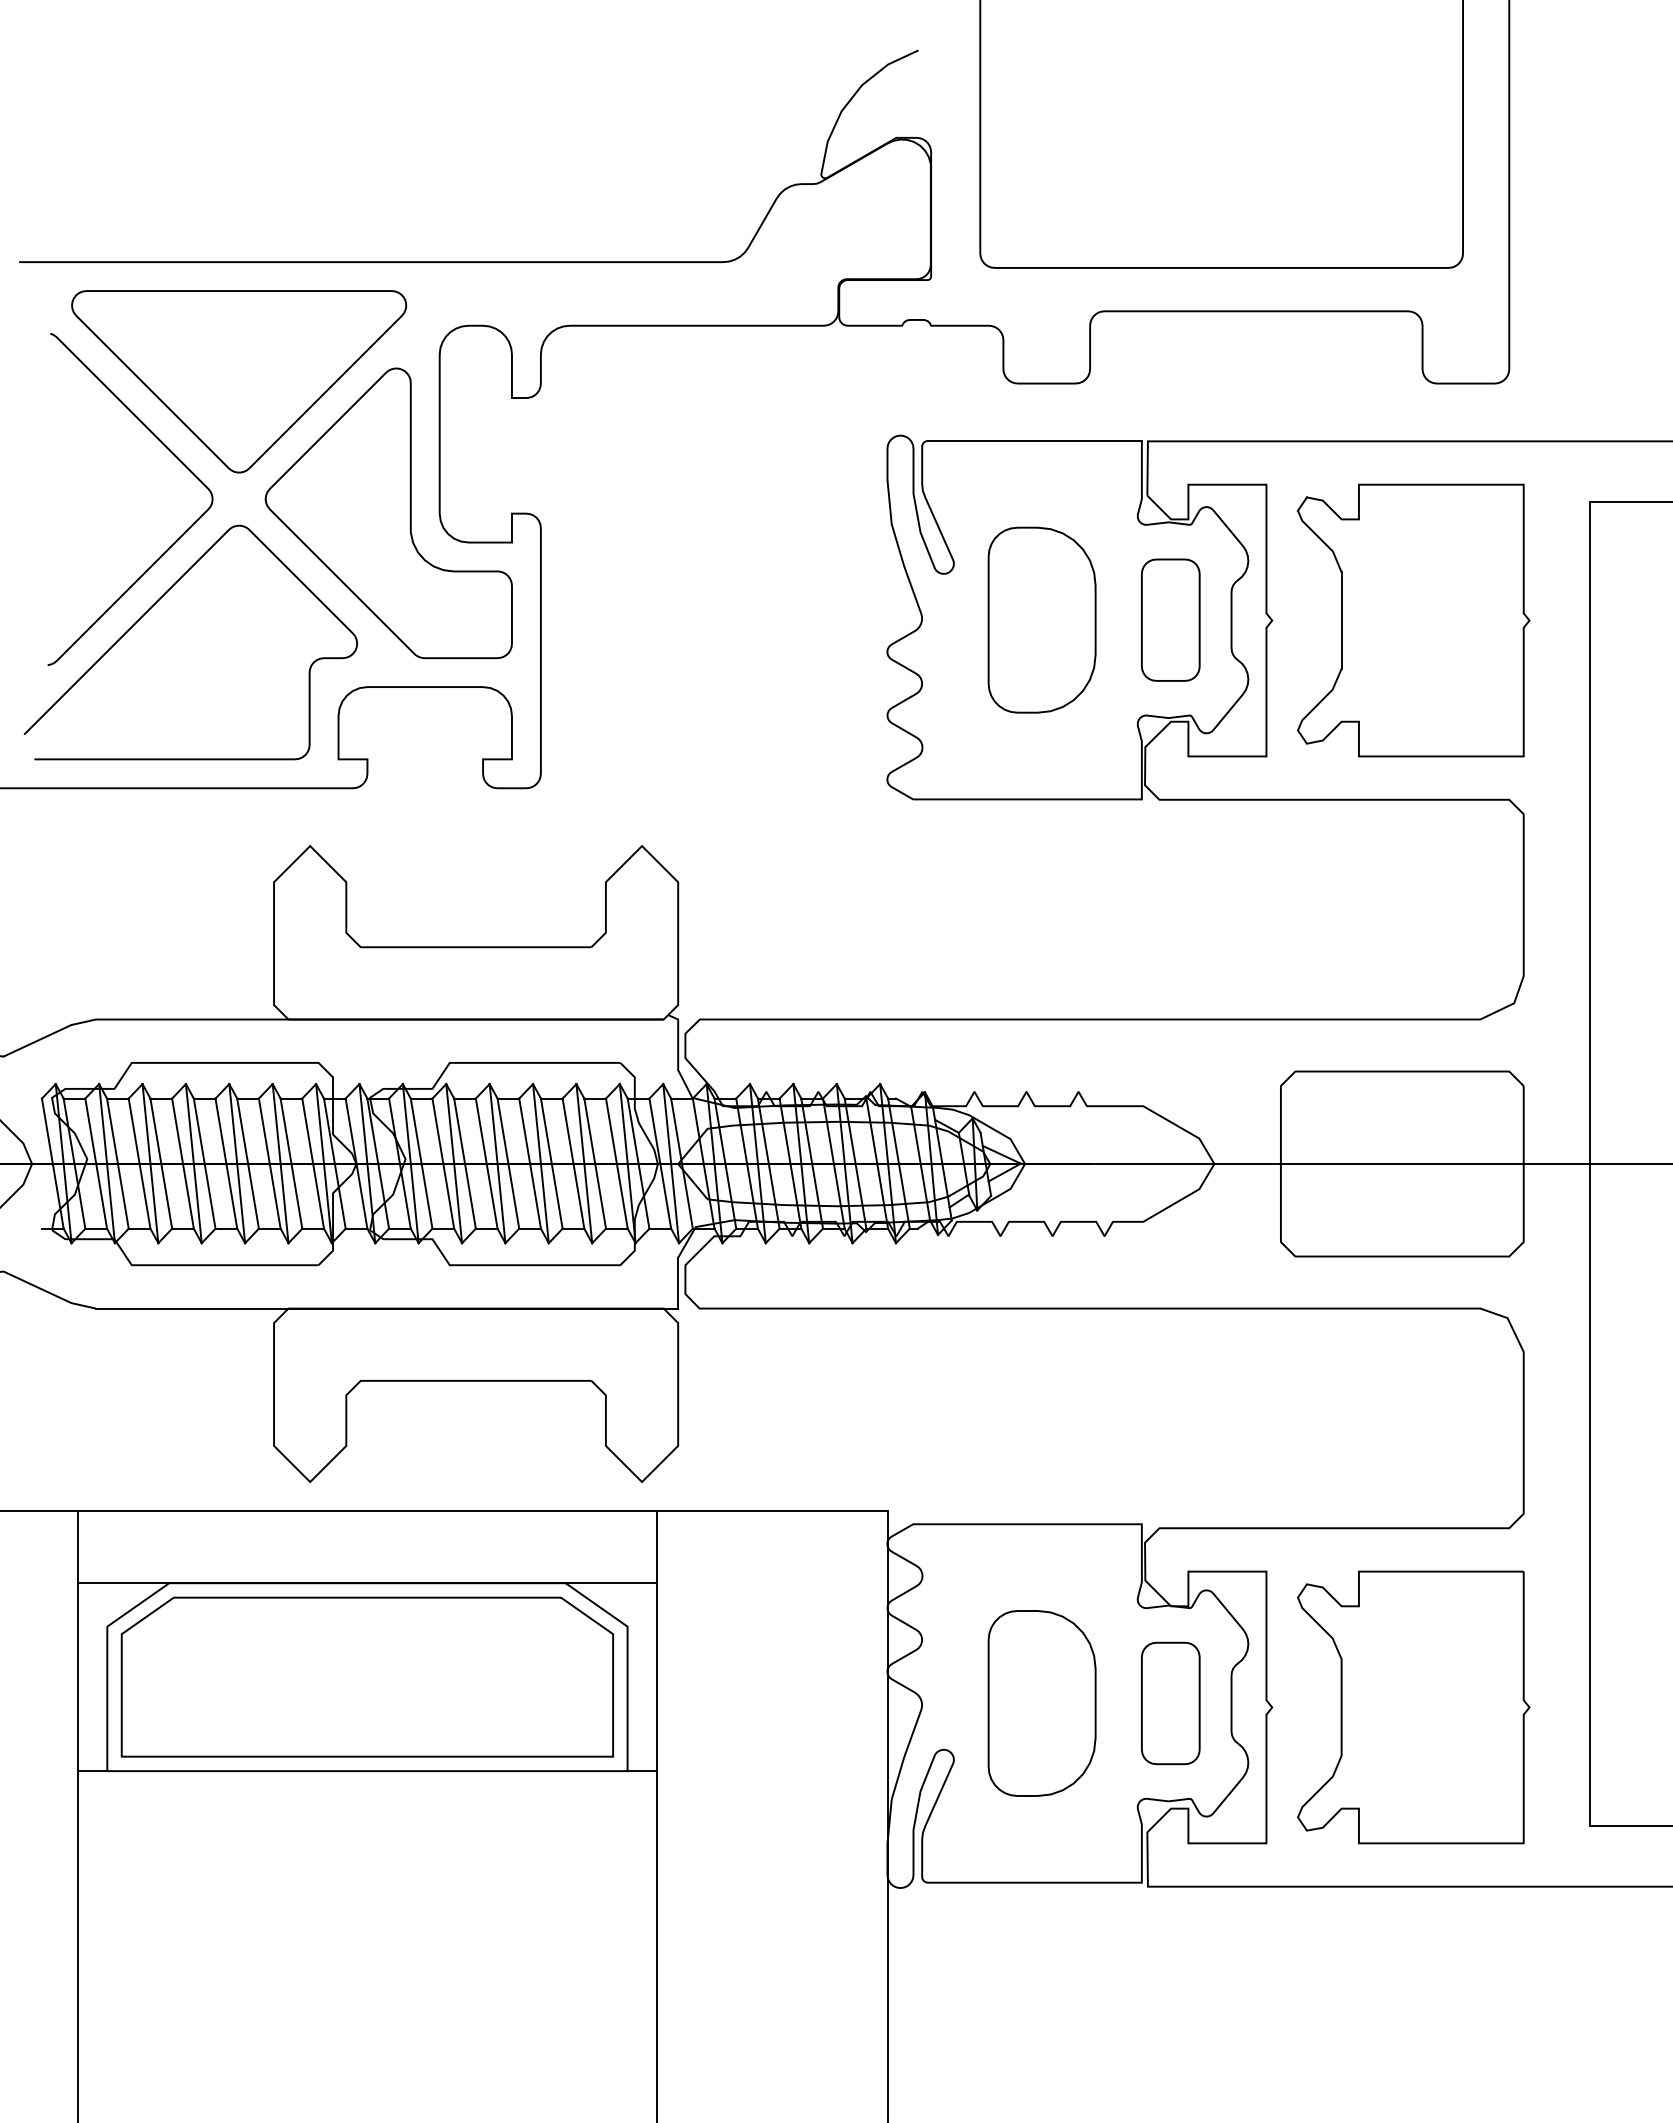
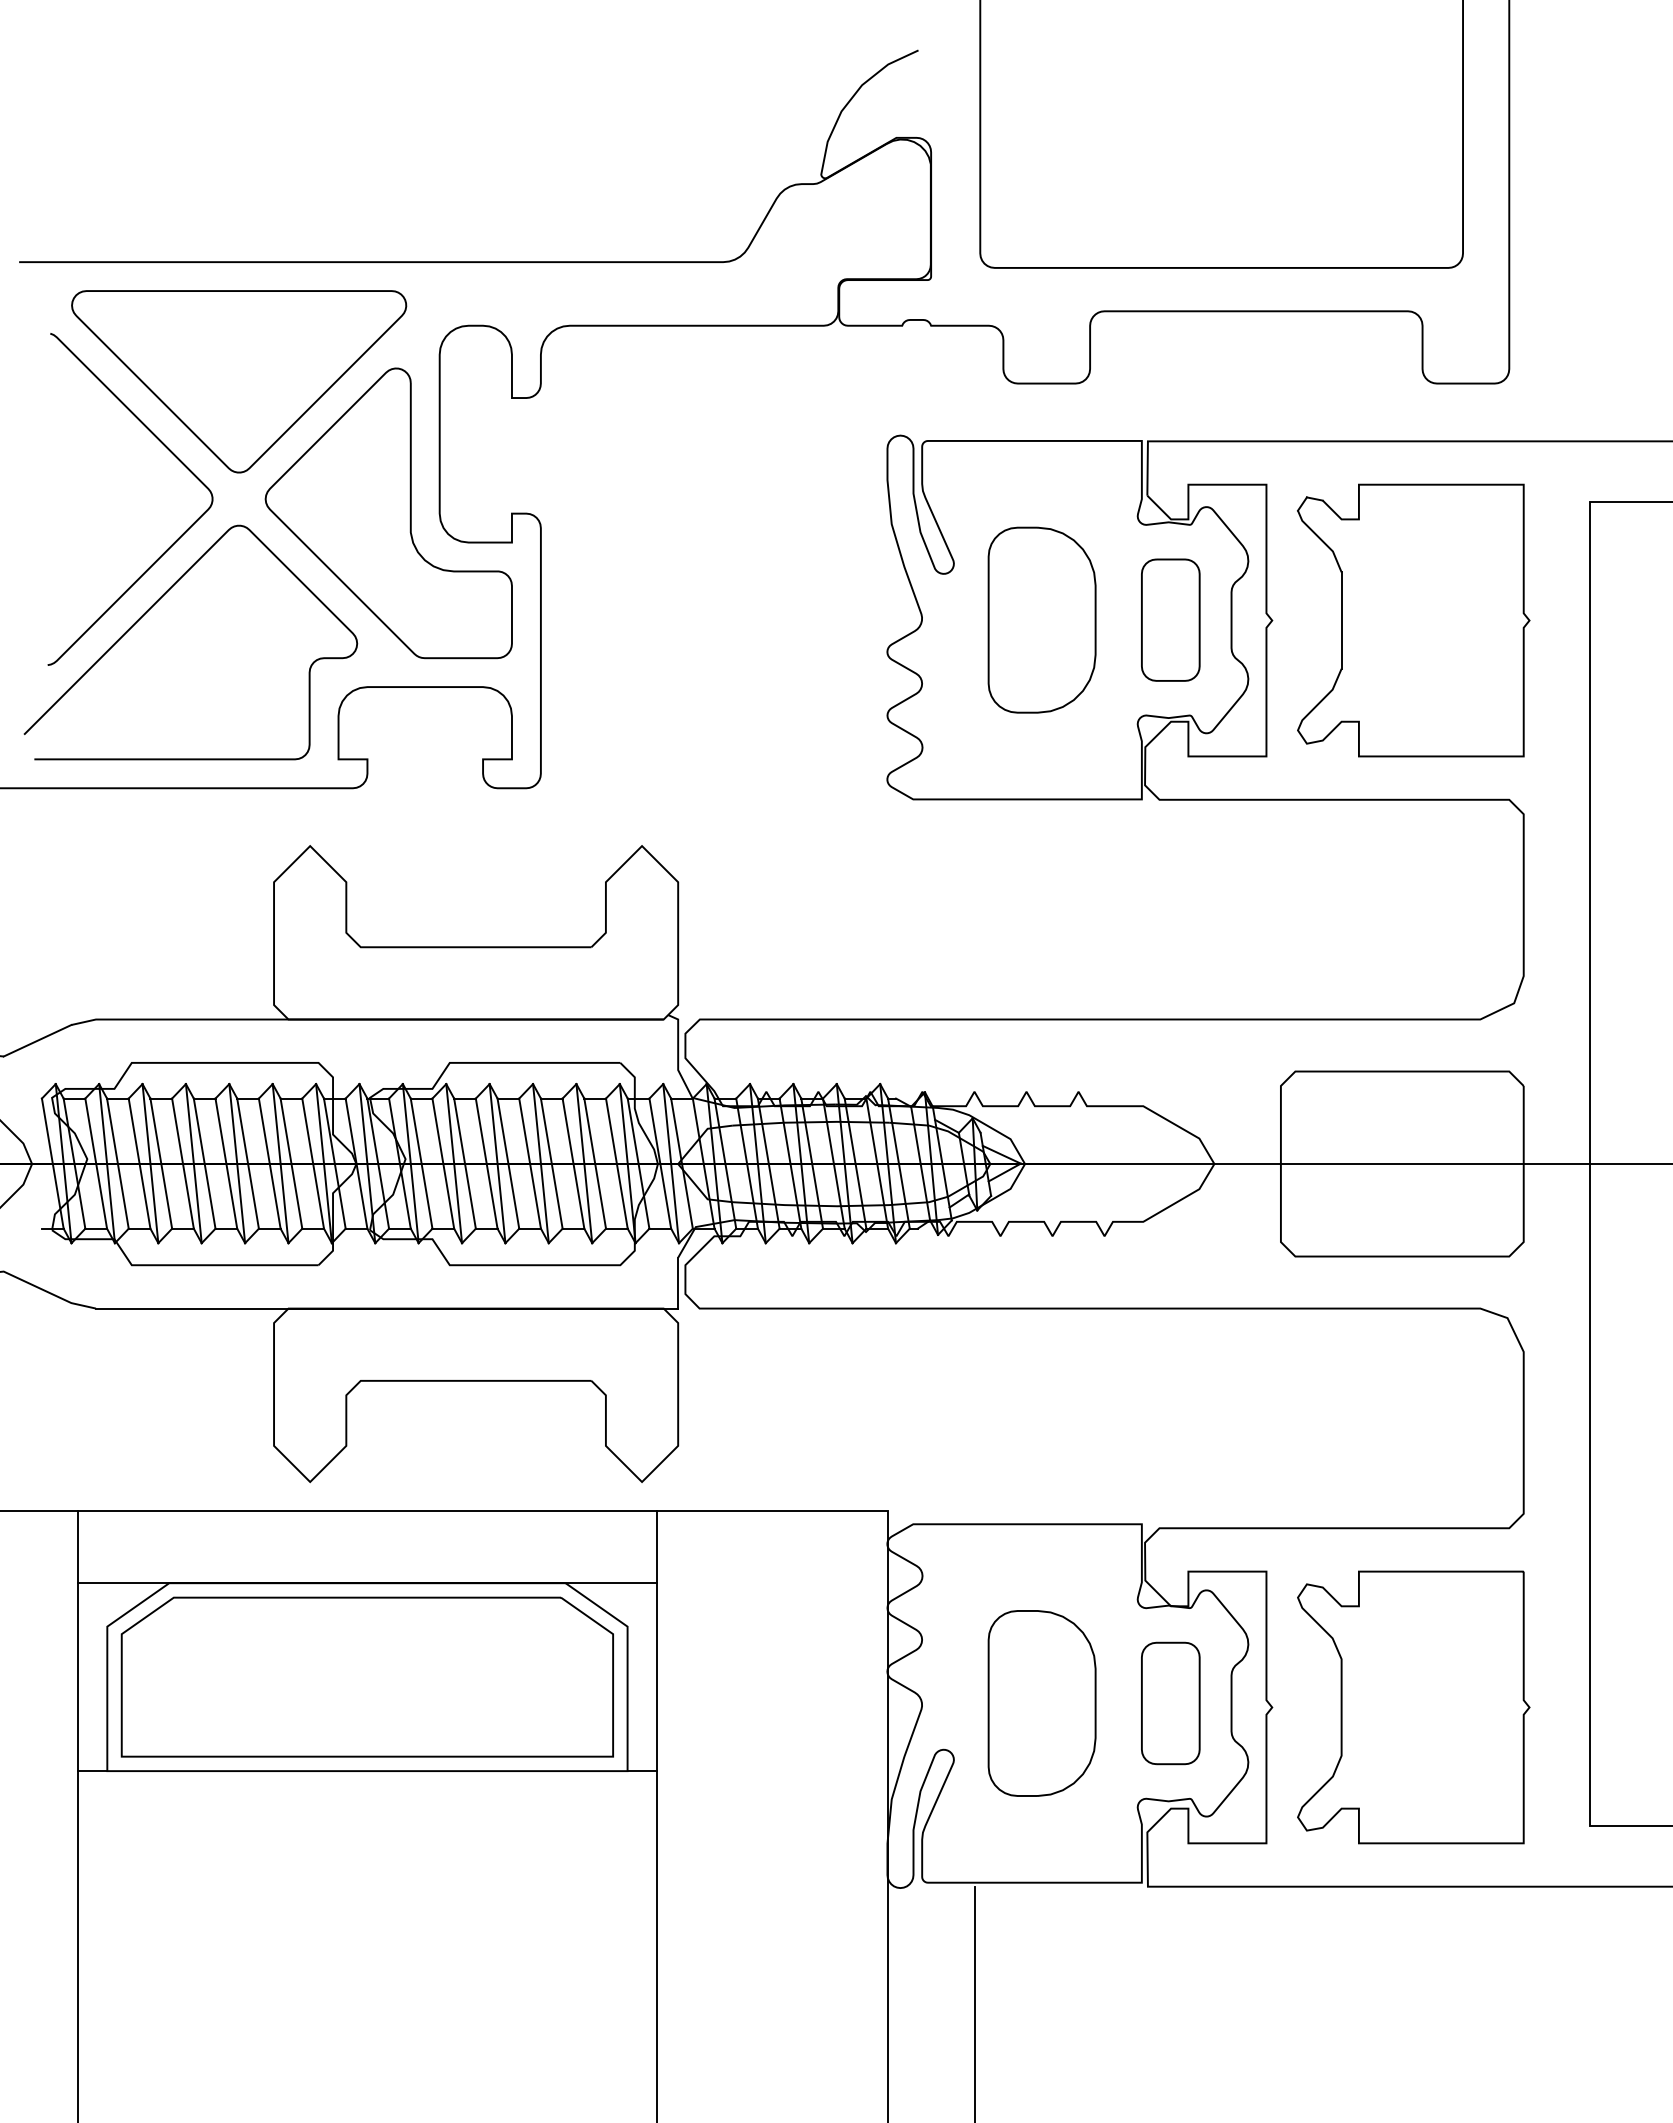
line at (974, 2002): none -> present
